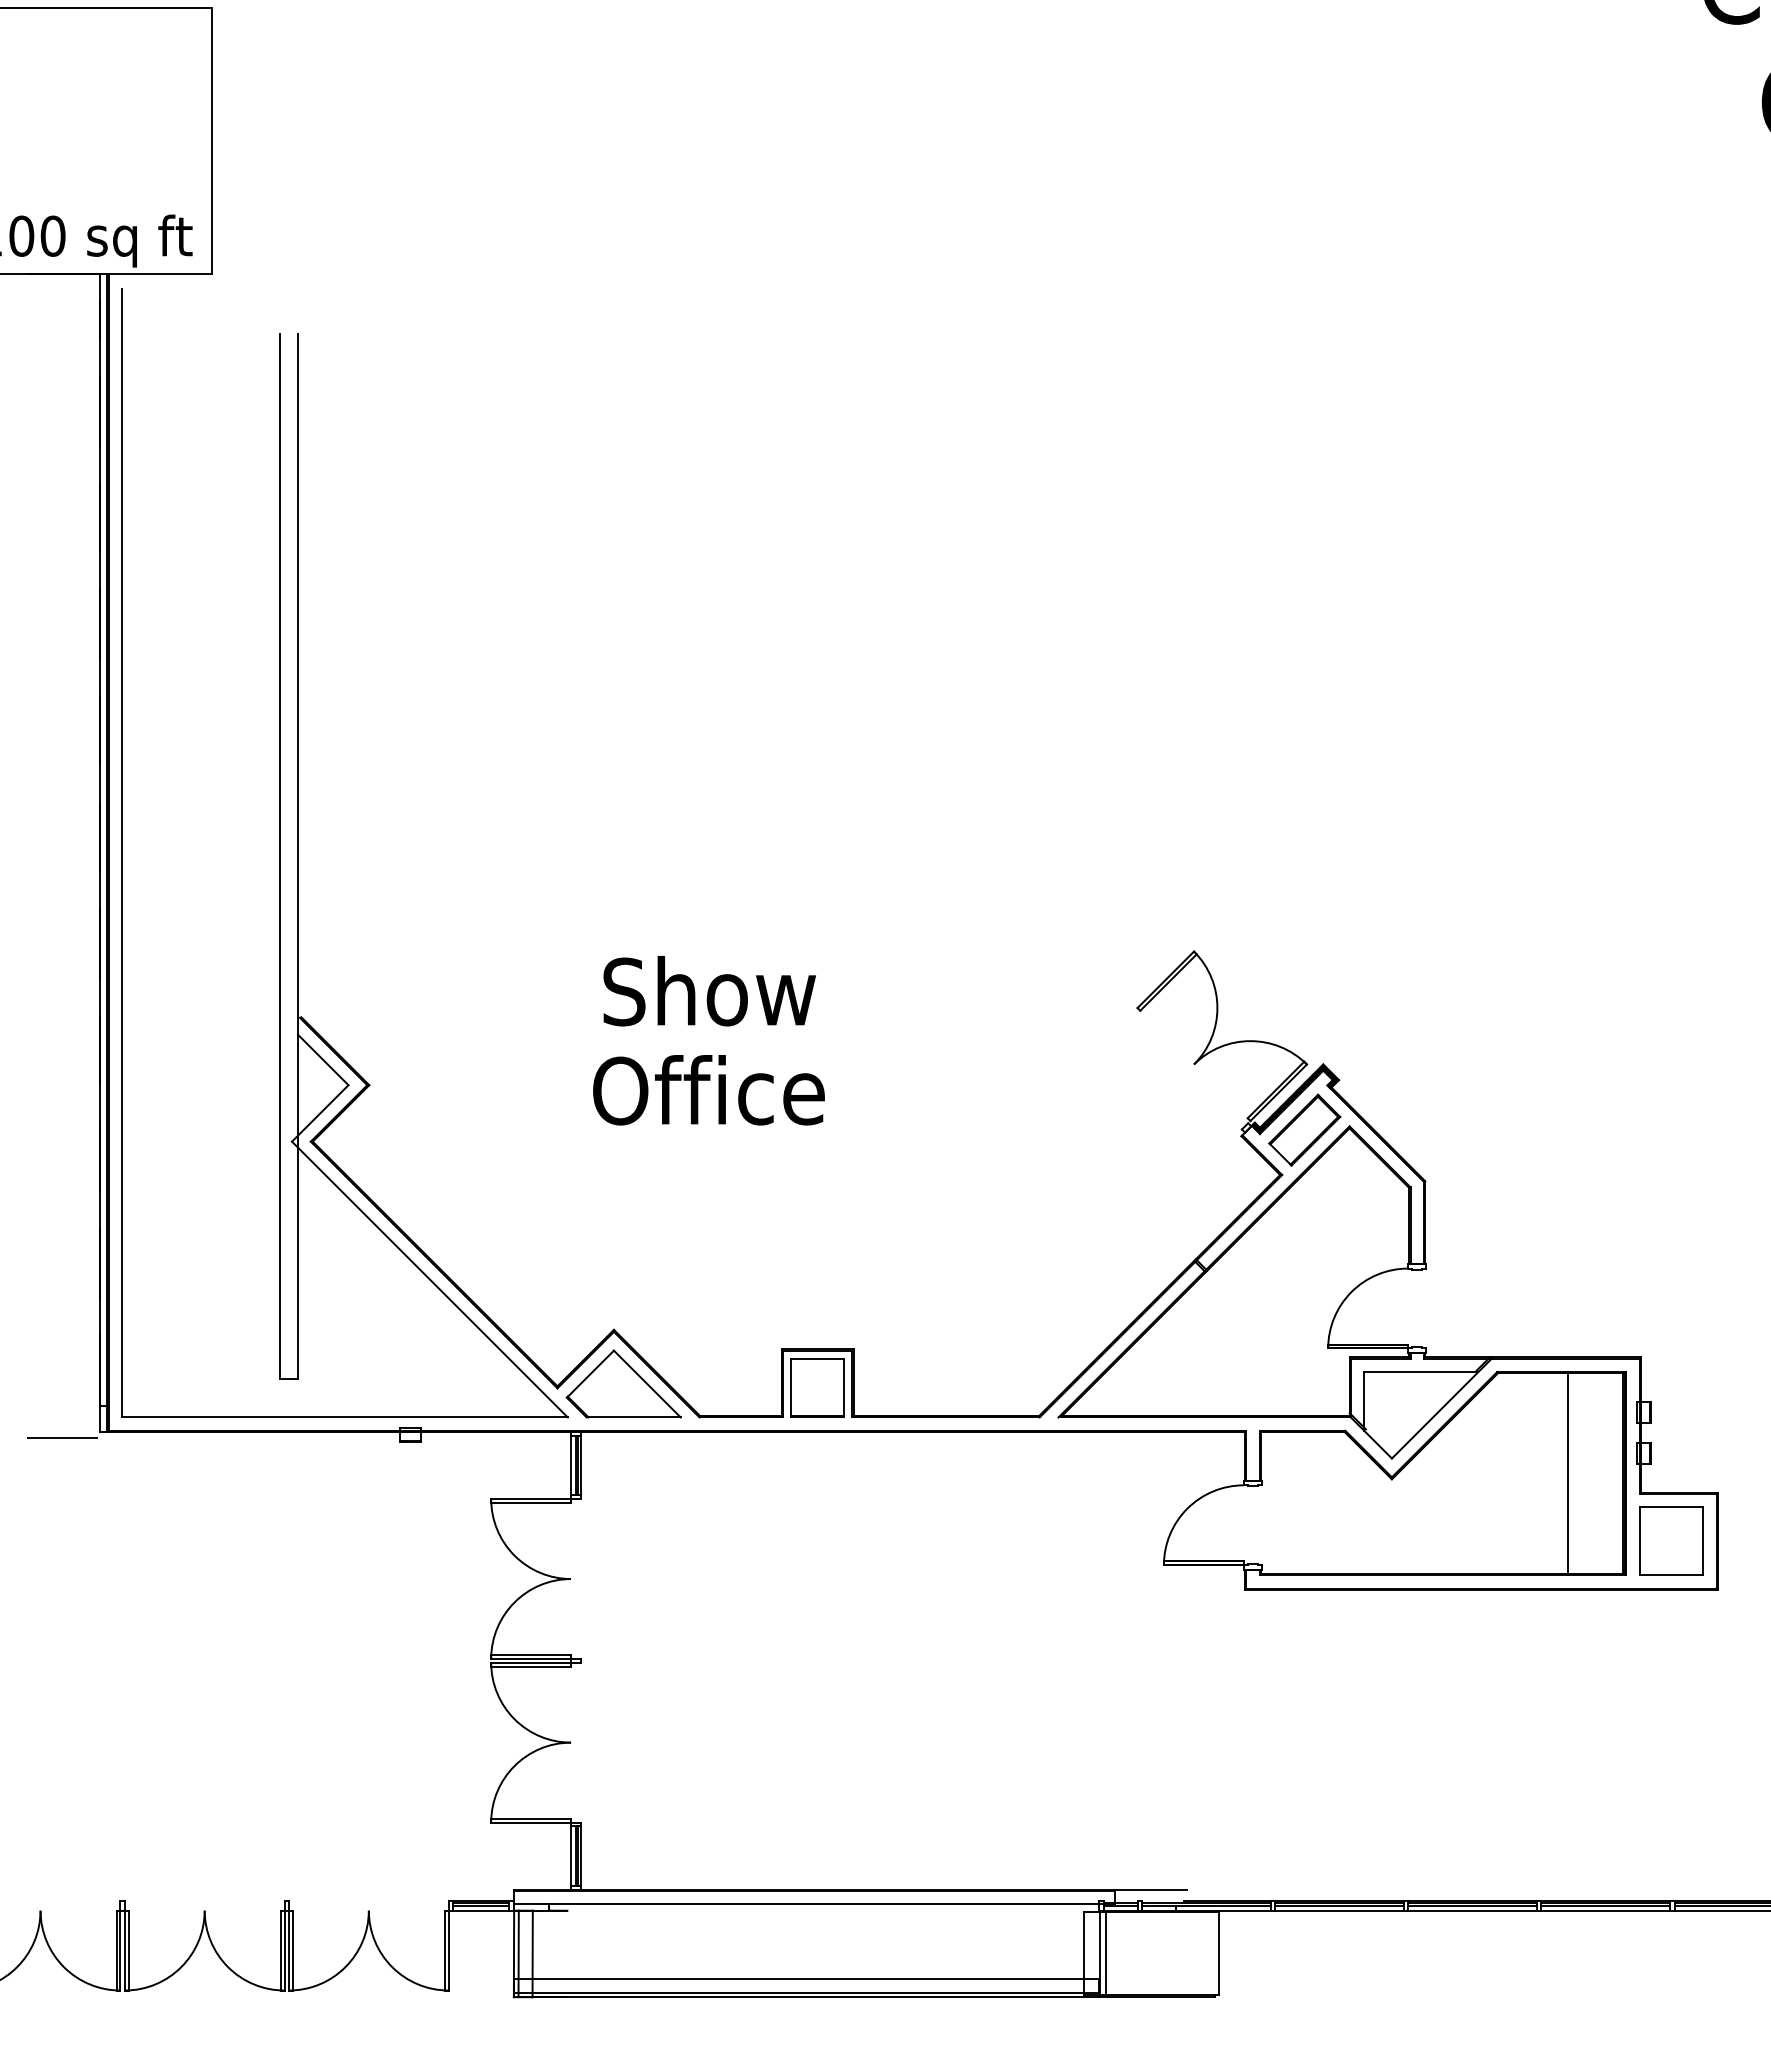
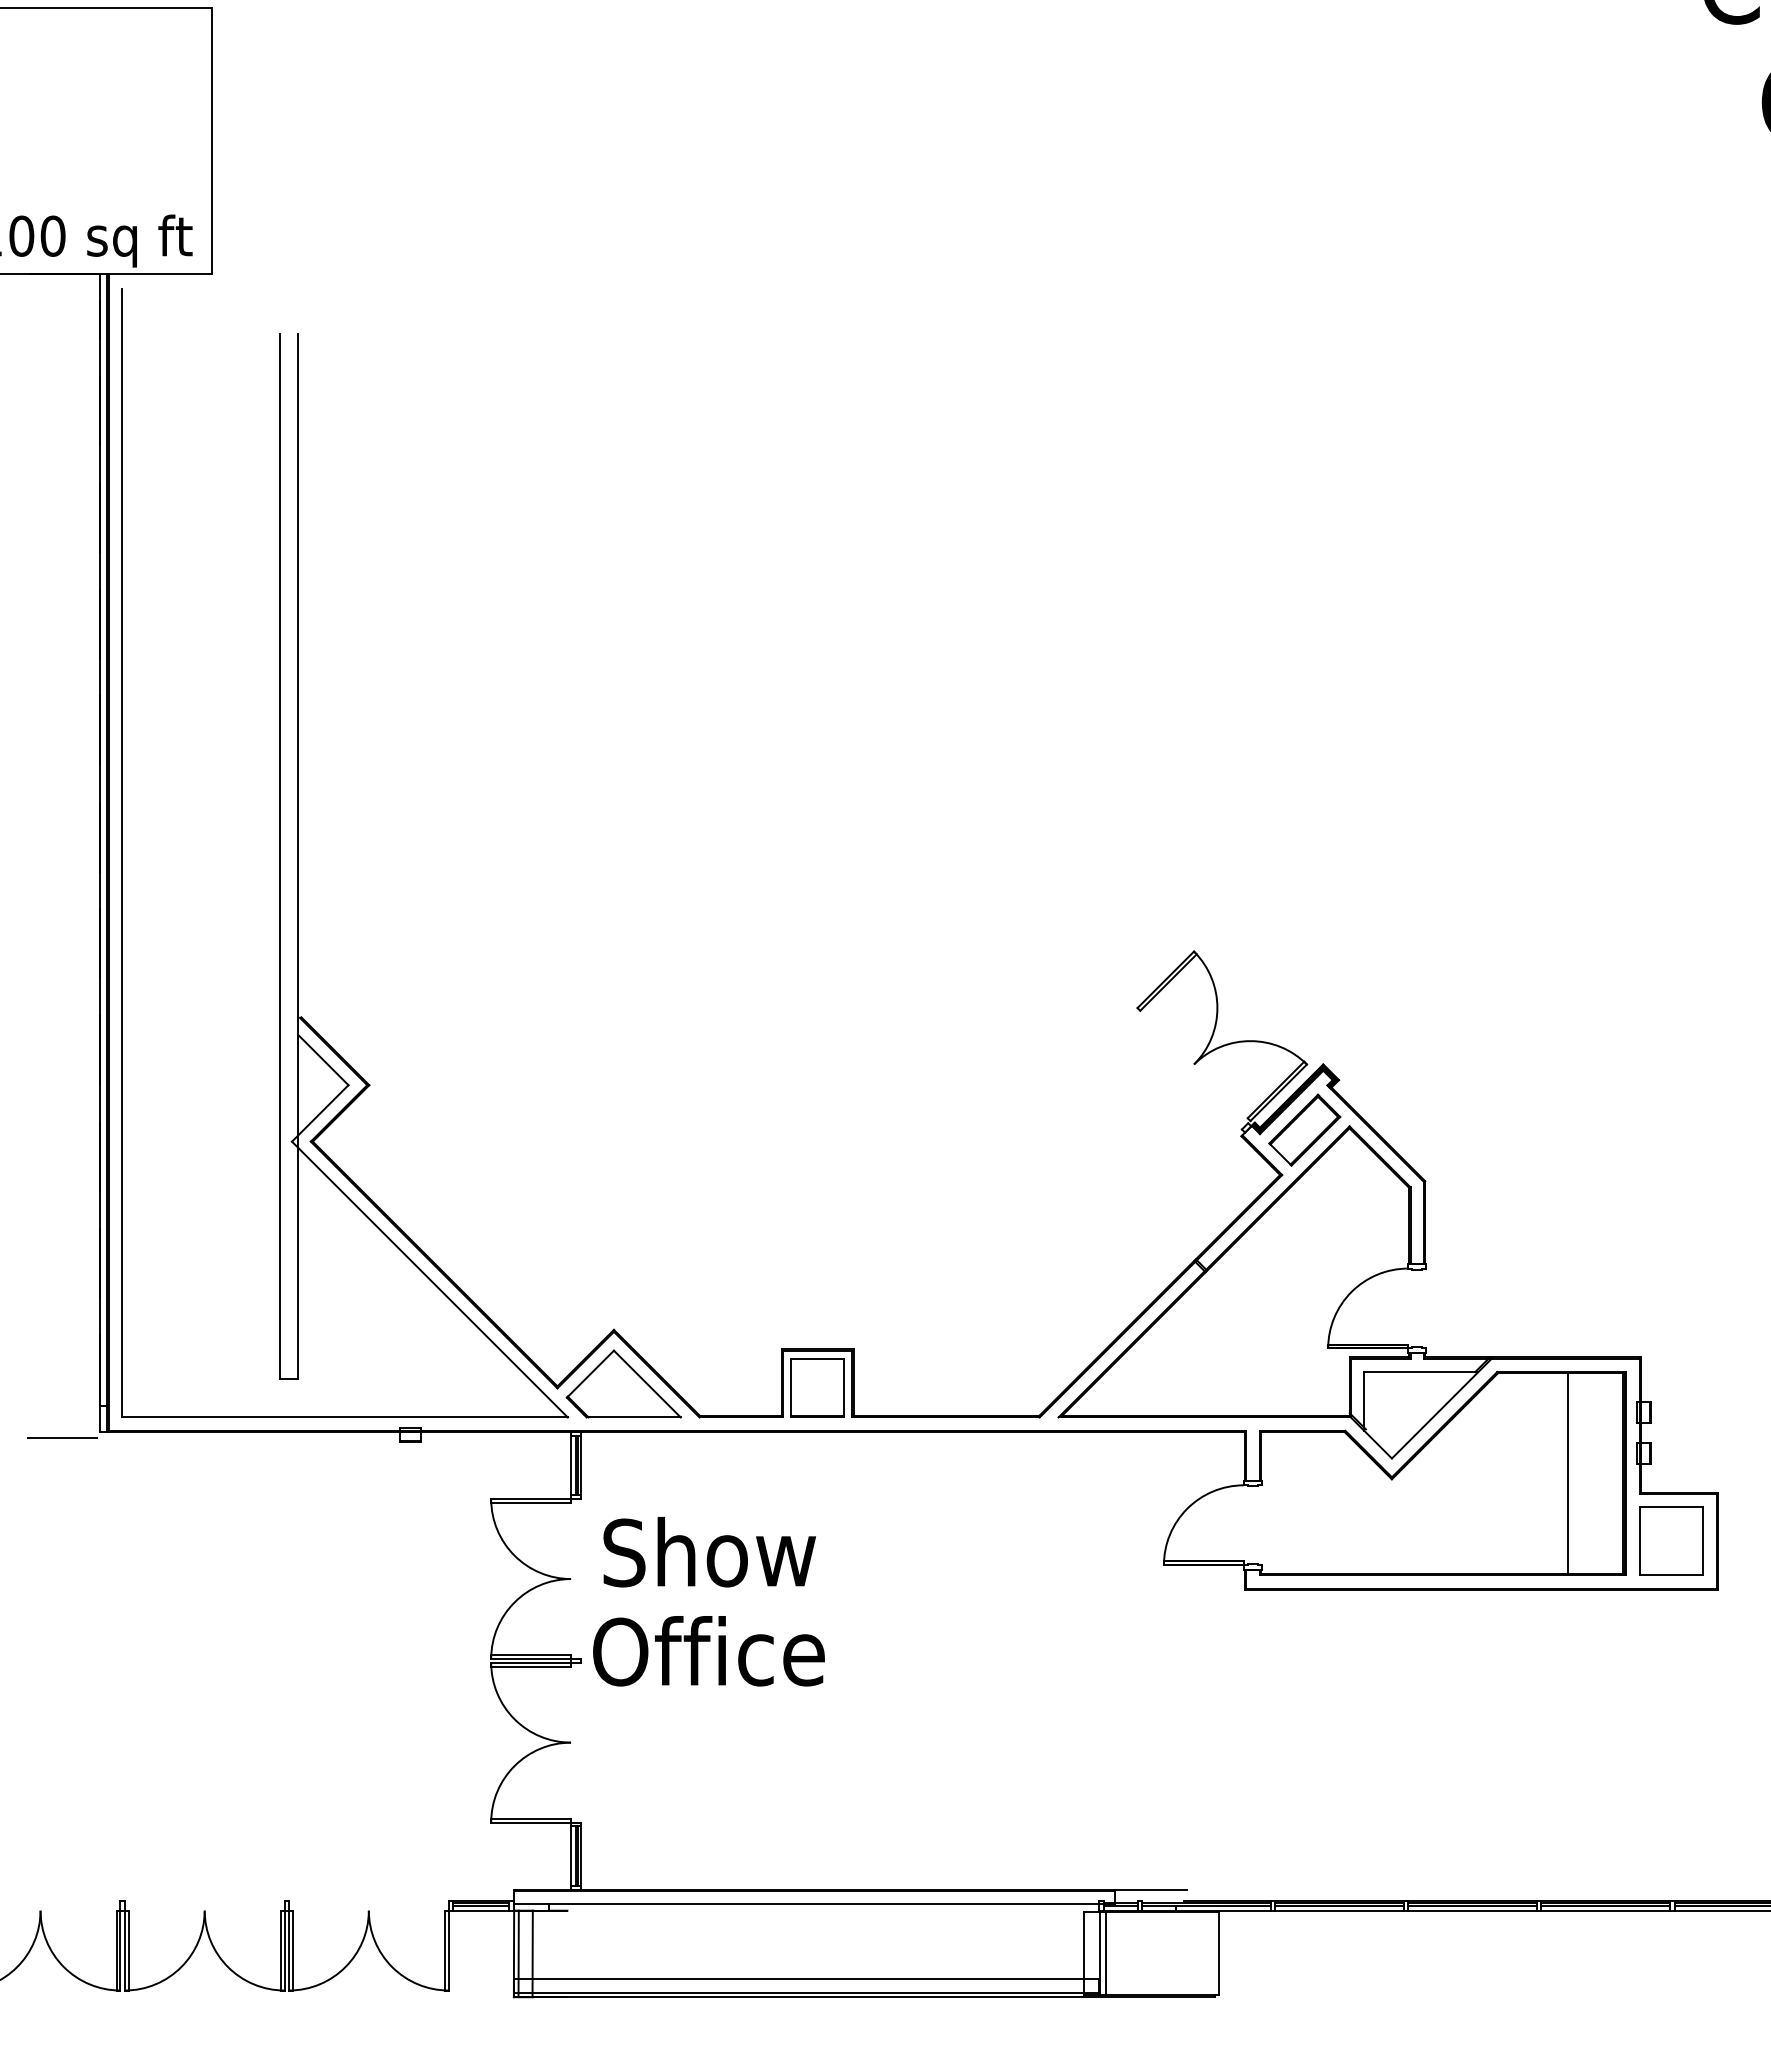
text at (708, 1040) position: (708, 1040) -> (708, 1601)
